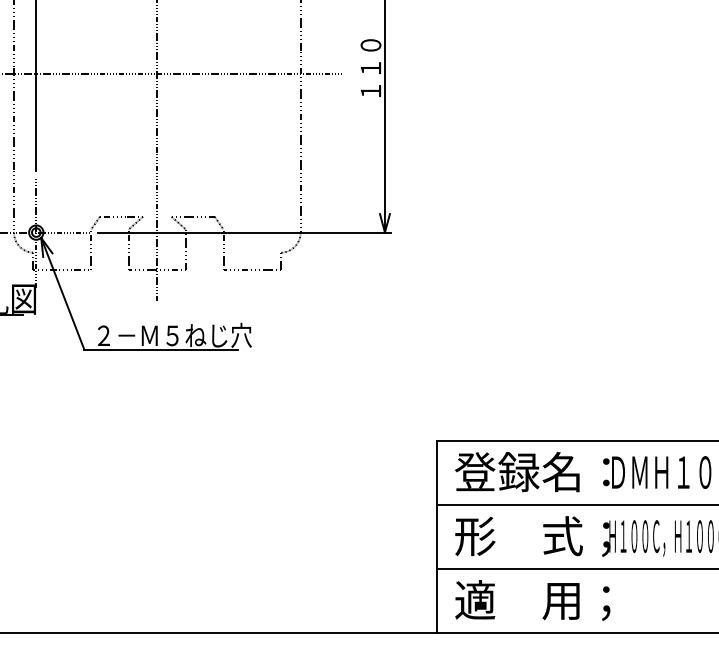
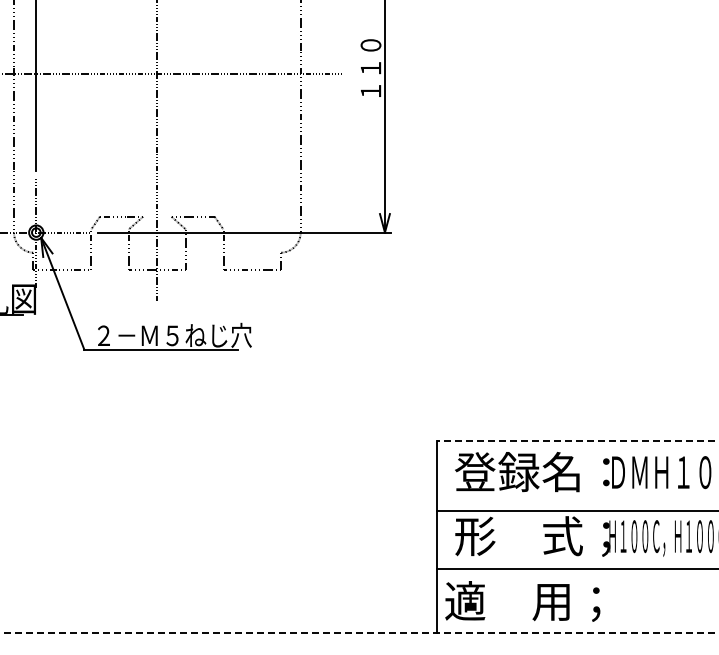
line at (577, 440): solid -> dashed
line at (576, 504) position: (576, 504) -> (576, 510)
text at (532, 600) position: (532, 600) -> (522, 601)
line at (359, 632): solid -> dashed
